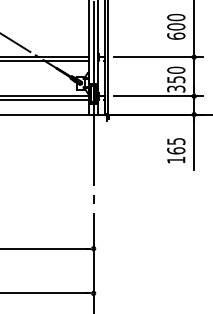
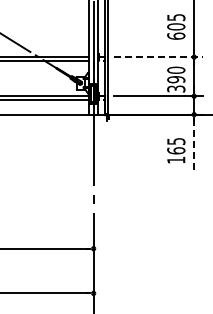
text at (176, 17): 600 -> 605
line at (158, 57): solid -> dashed
text at (175, 79): 350 -> 390
line at (194, 144): solid -> dashed
